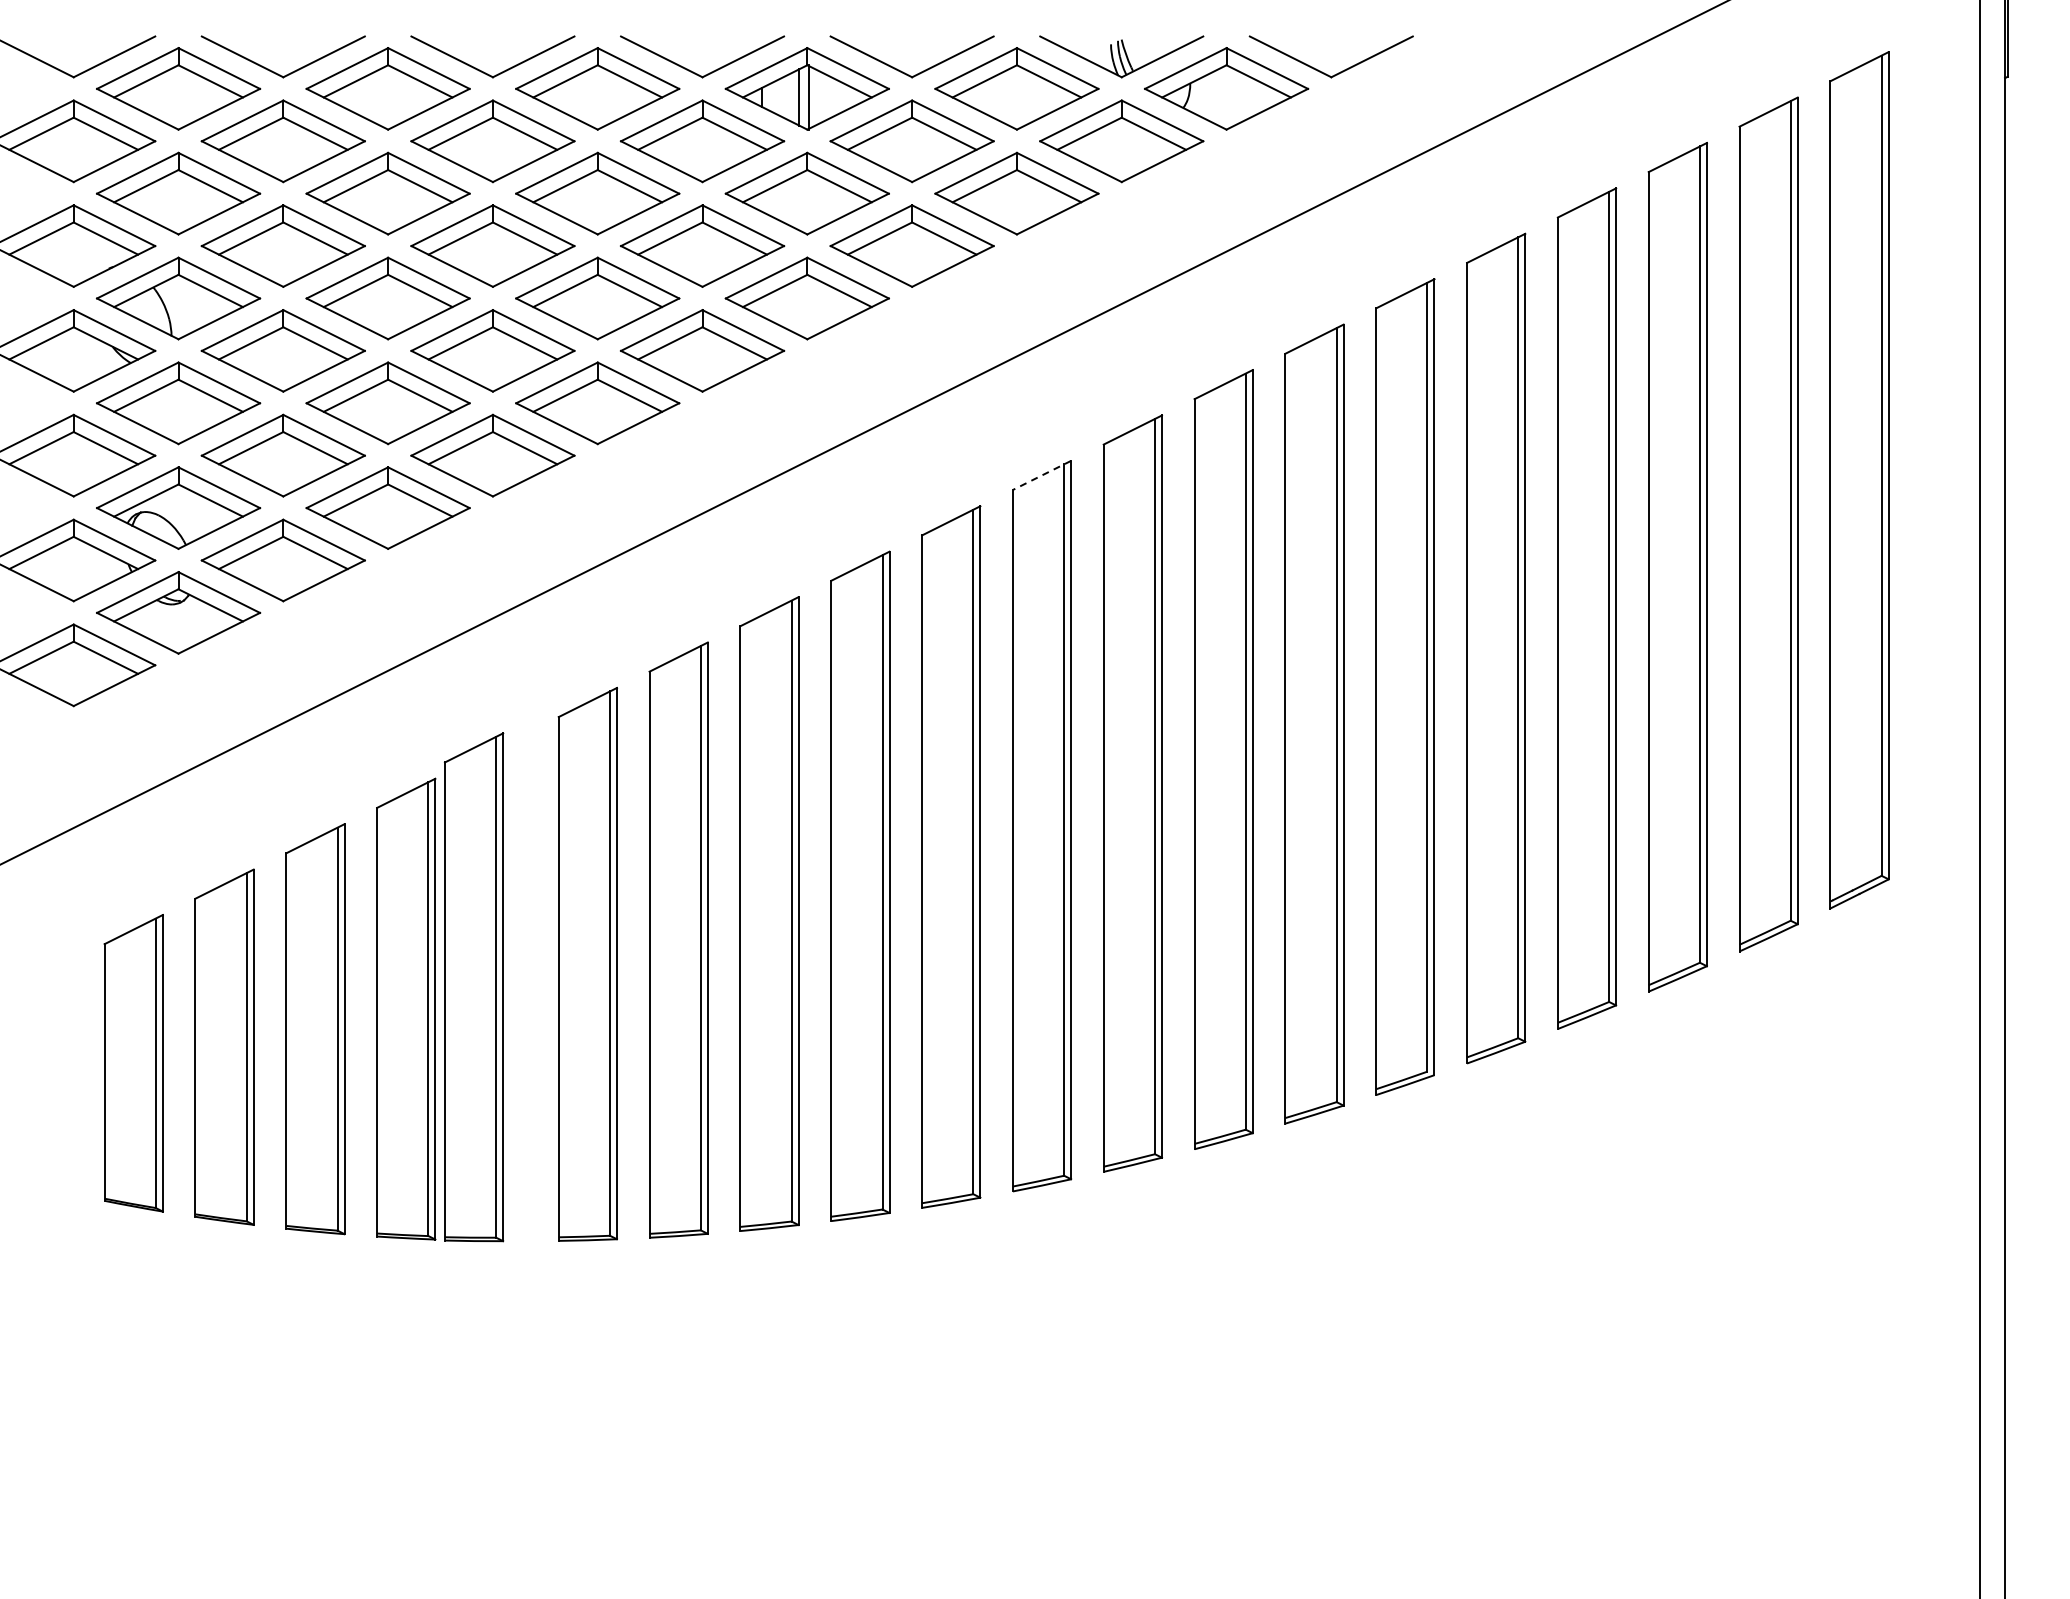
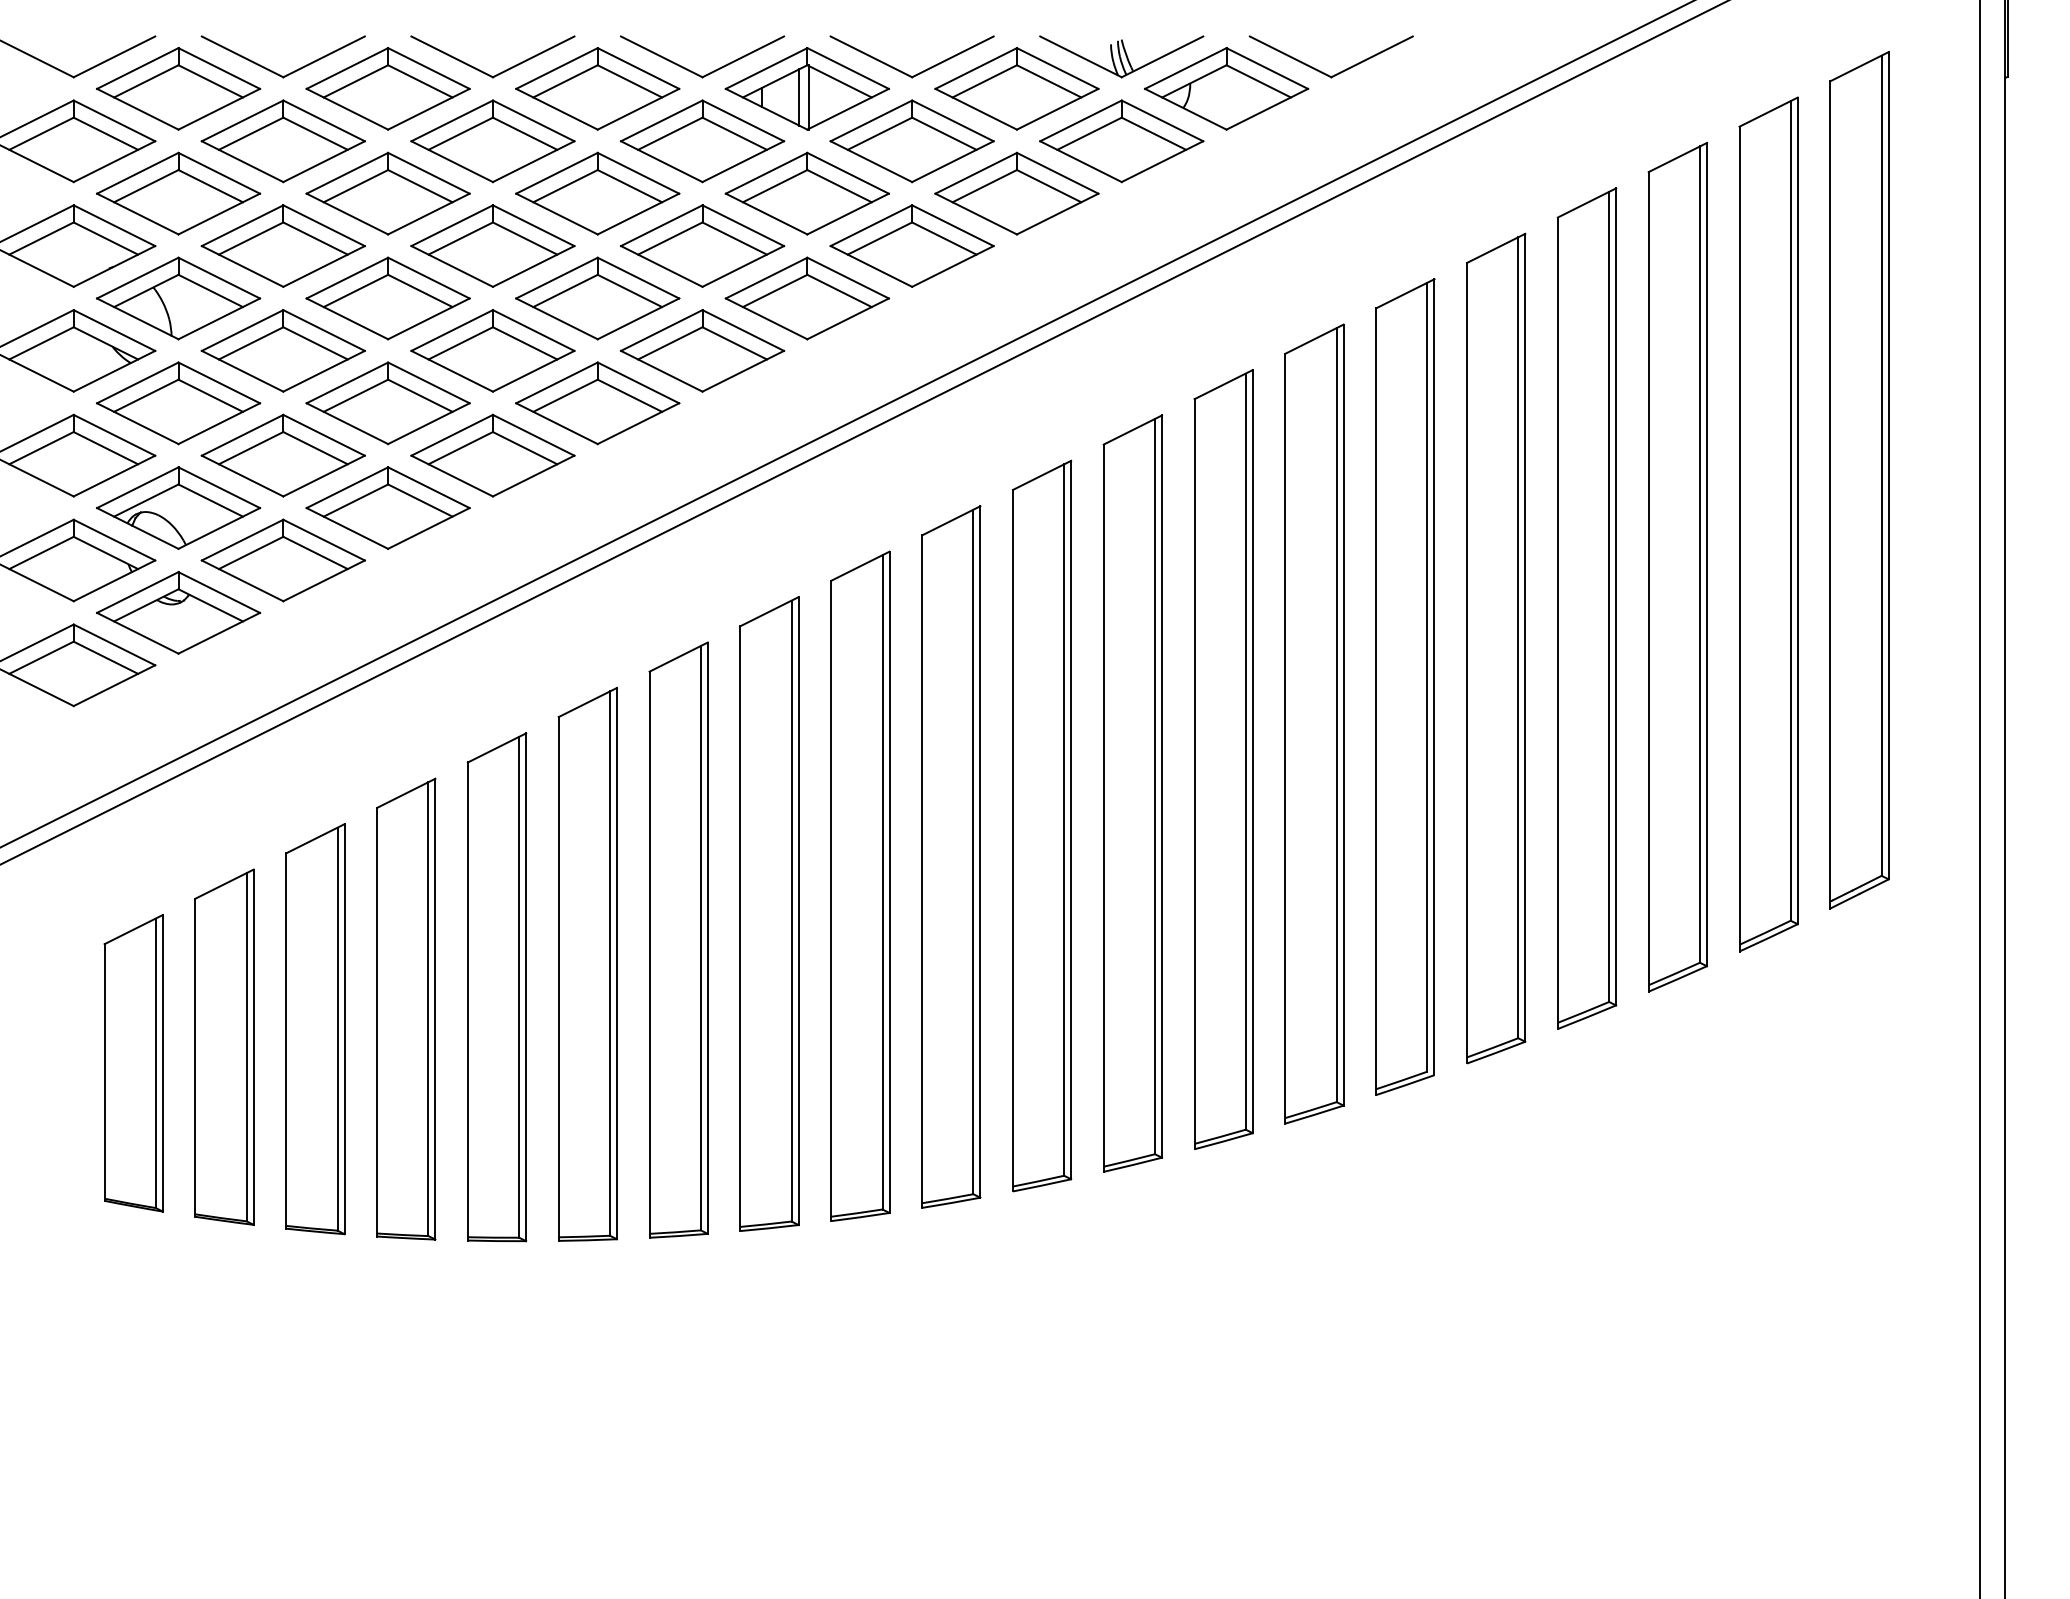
line at (846, 424): none -> present
line at (1042, 475): dashed -> solid
part at (474, 987) position: (474, 987) -> (497, 987)
